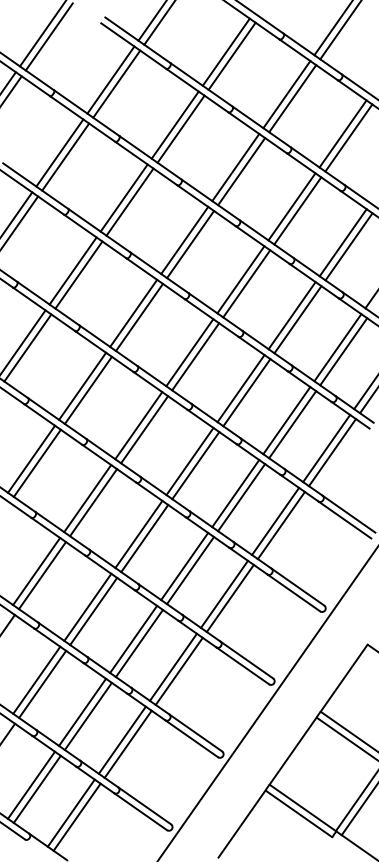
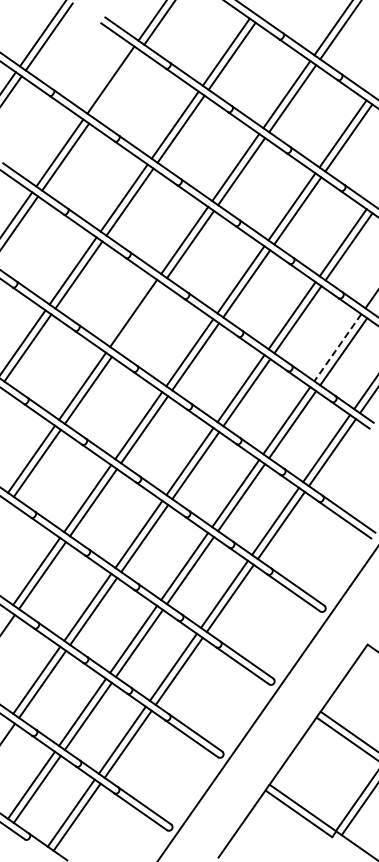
line at (116, 83): present -> none
line at (139, 317): present -> none
line at (337, 347): solid -> dashed
